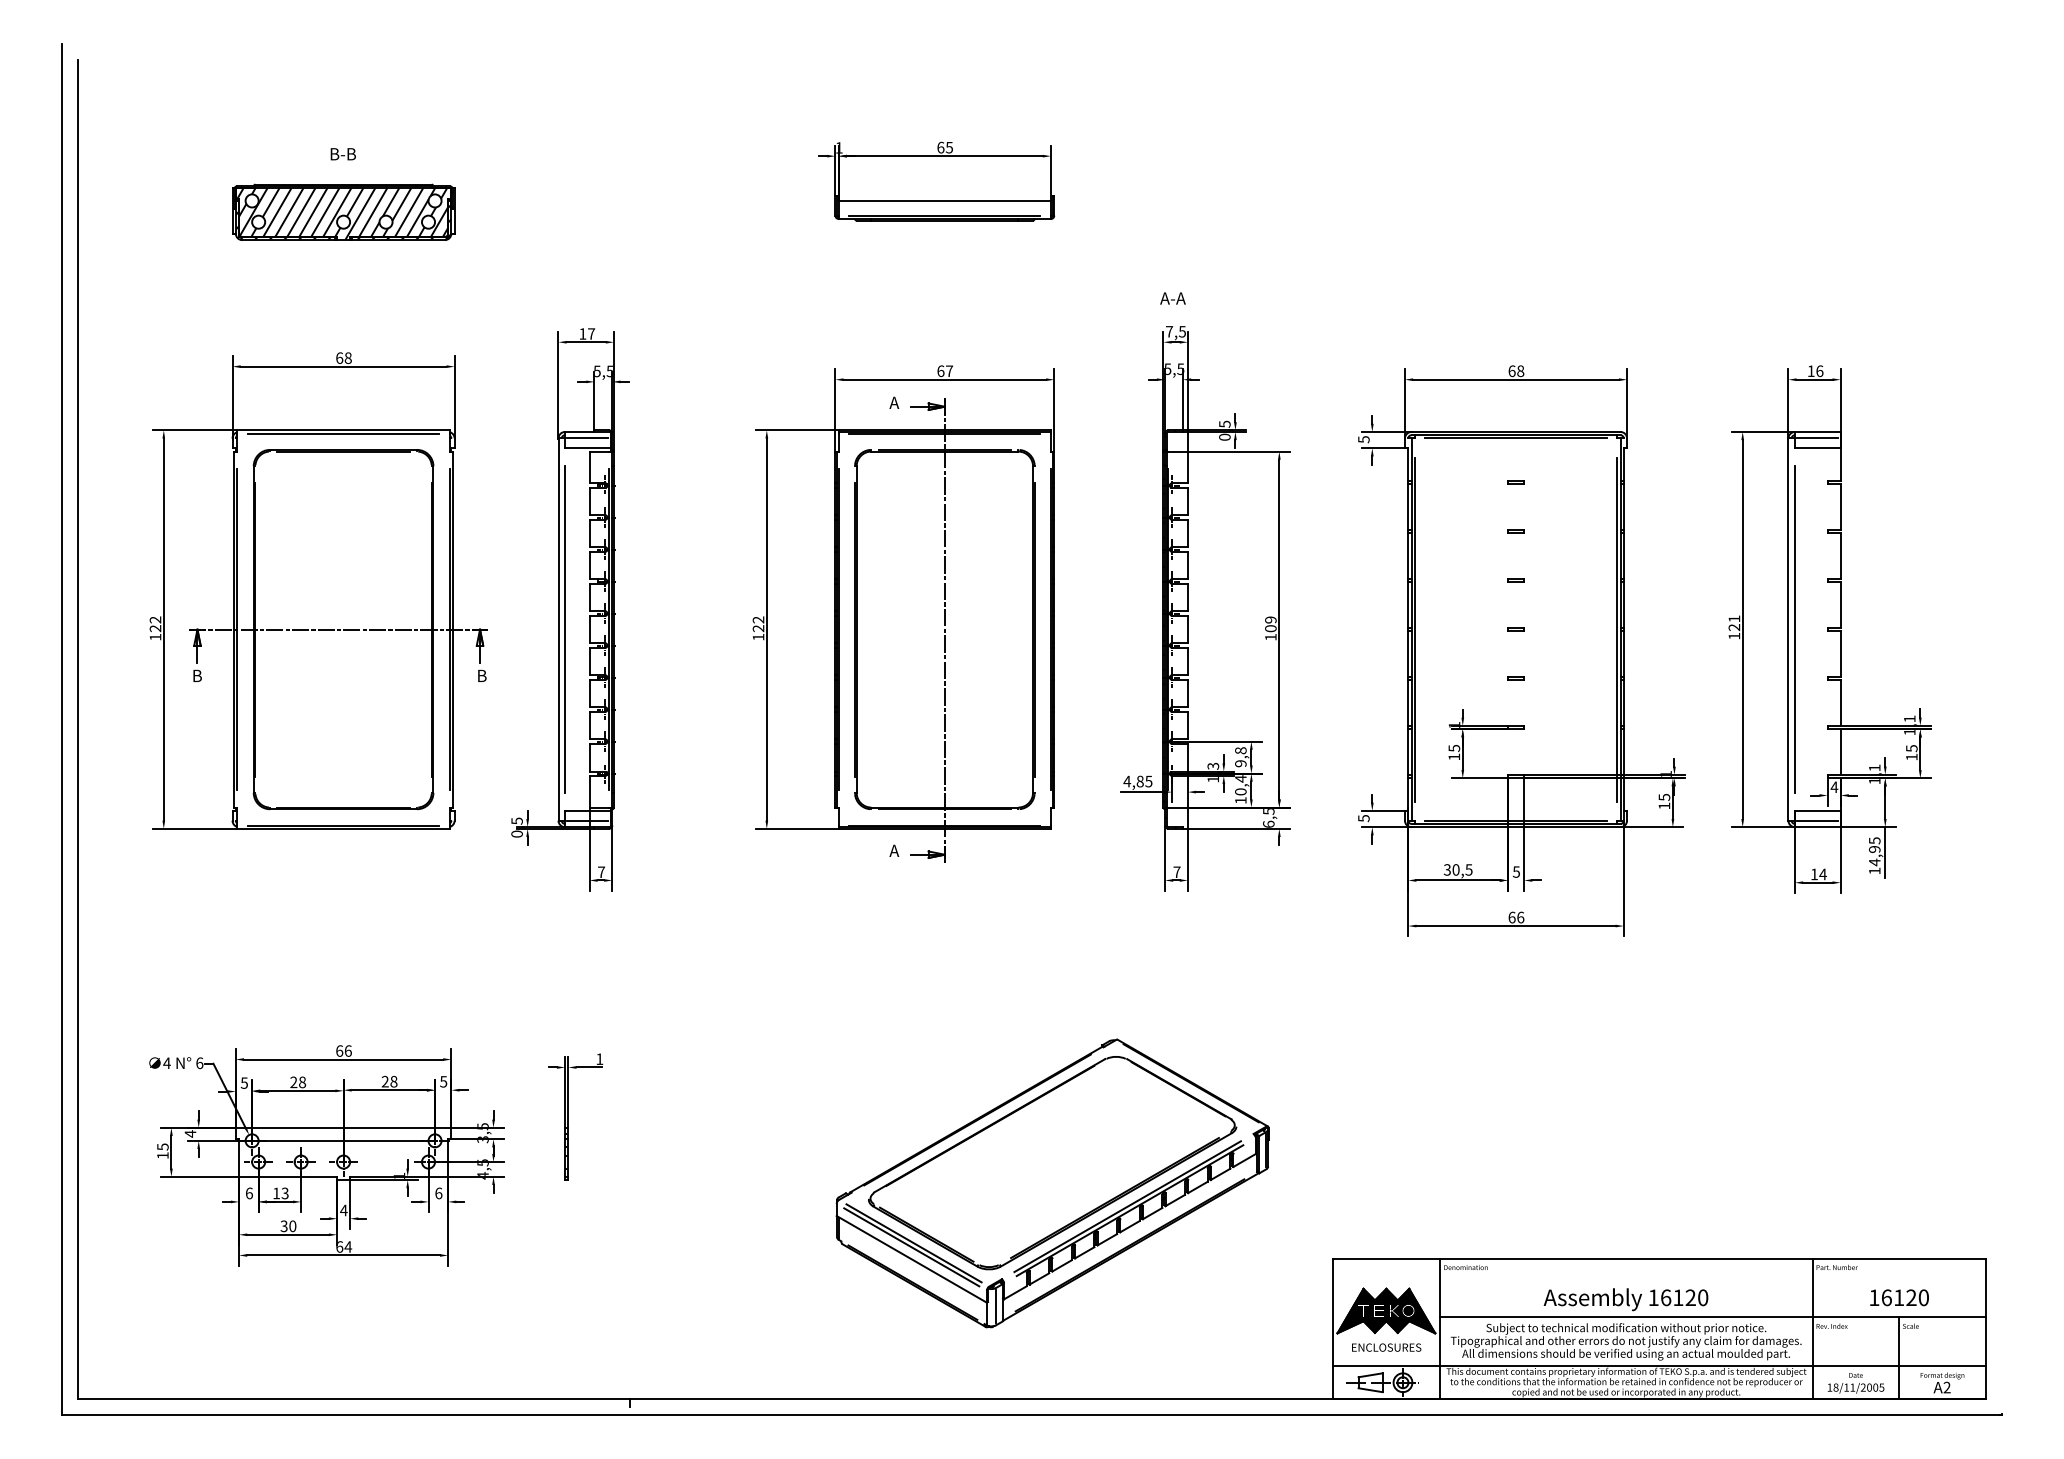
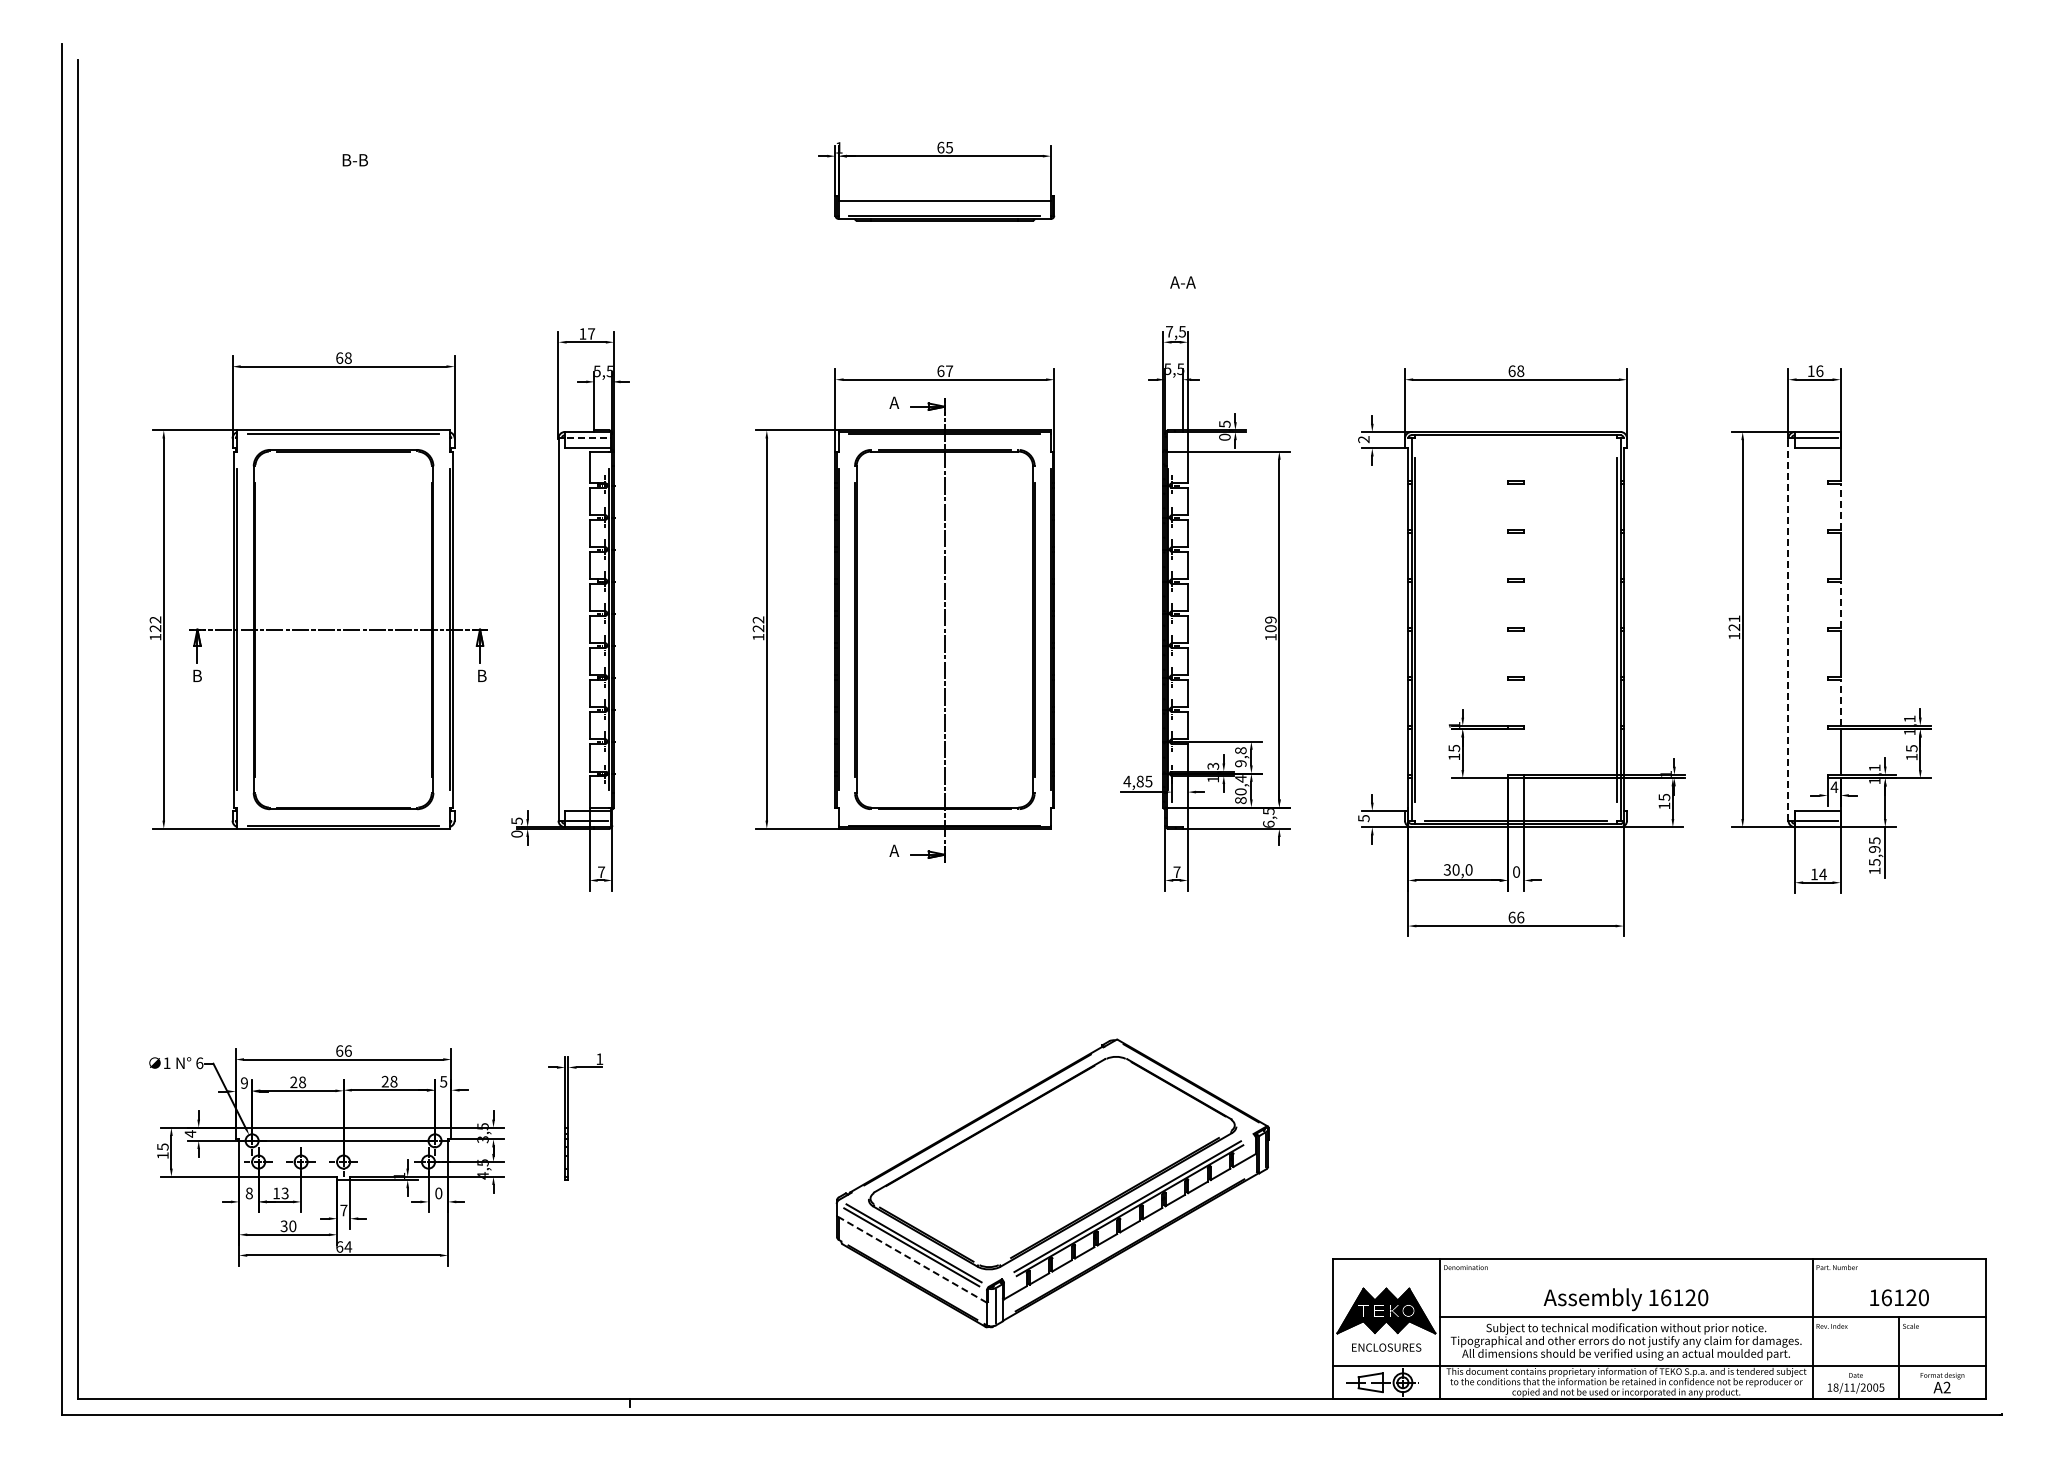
text at (342, 154) position: (342, 154) -> (354, 160)
part at (343, 211): present -> none
text at (1172, 298) position: (1172, 298) -> (1182, 282)
line at (587, 438): solid -> dashed
line at (1515, 438): present -> none
text at (1363, 439): 5 -> 2
line at (1840, 507): solid -> dashed
line at (1840, 605): solid -> dashed
line at (565, 629): present -> none
line at (1788, 629): solid -> dashed
line at (1794, 629): present -> none
line at (1840, 703): solid -> dashed
text at (1240, 800): 10,4 -> 80,4
text at (1874, 862): 14,95 -> 15,95
text at (1468, 869): 30,5 -> 30,0
text at (1516, 871): 5 -> 0
text at (166, 1062): 4 -> 1
text at (243, 1082): 5 -> 9
text at (438, 1192): 6 -> 0
text at (248, 1193): 6 -> 8
text at (343, 1210): 4 -> 7
line at (911, 1259): solid -> dashed
